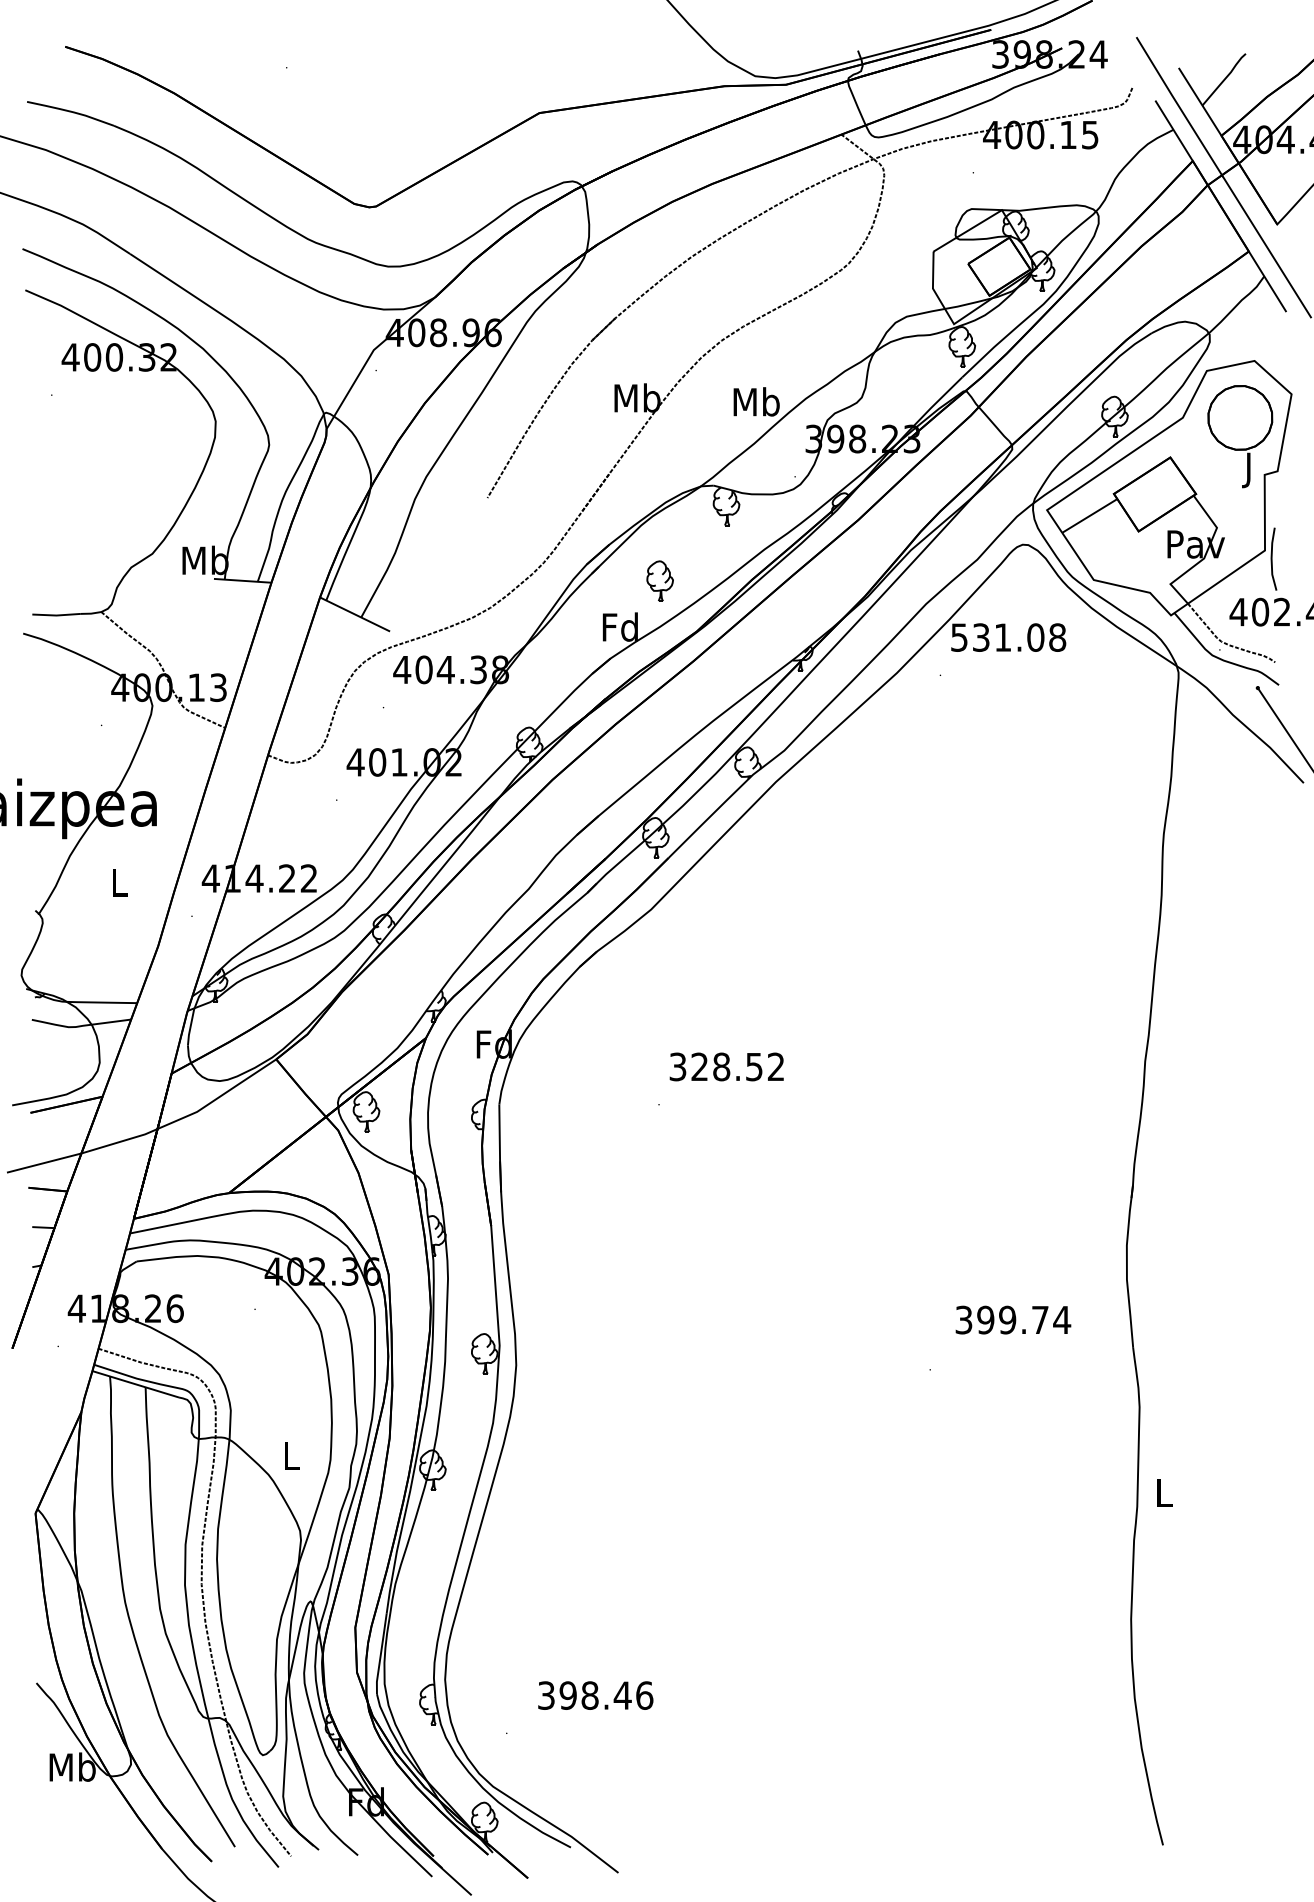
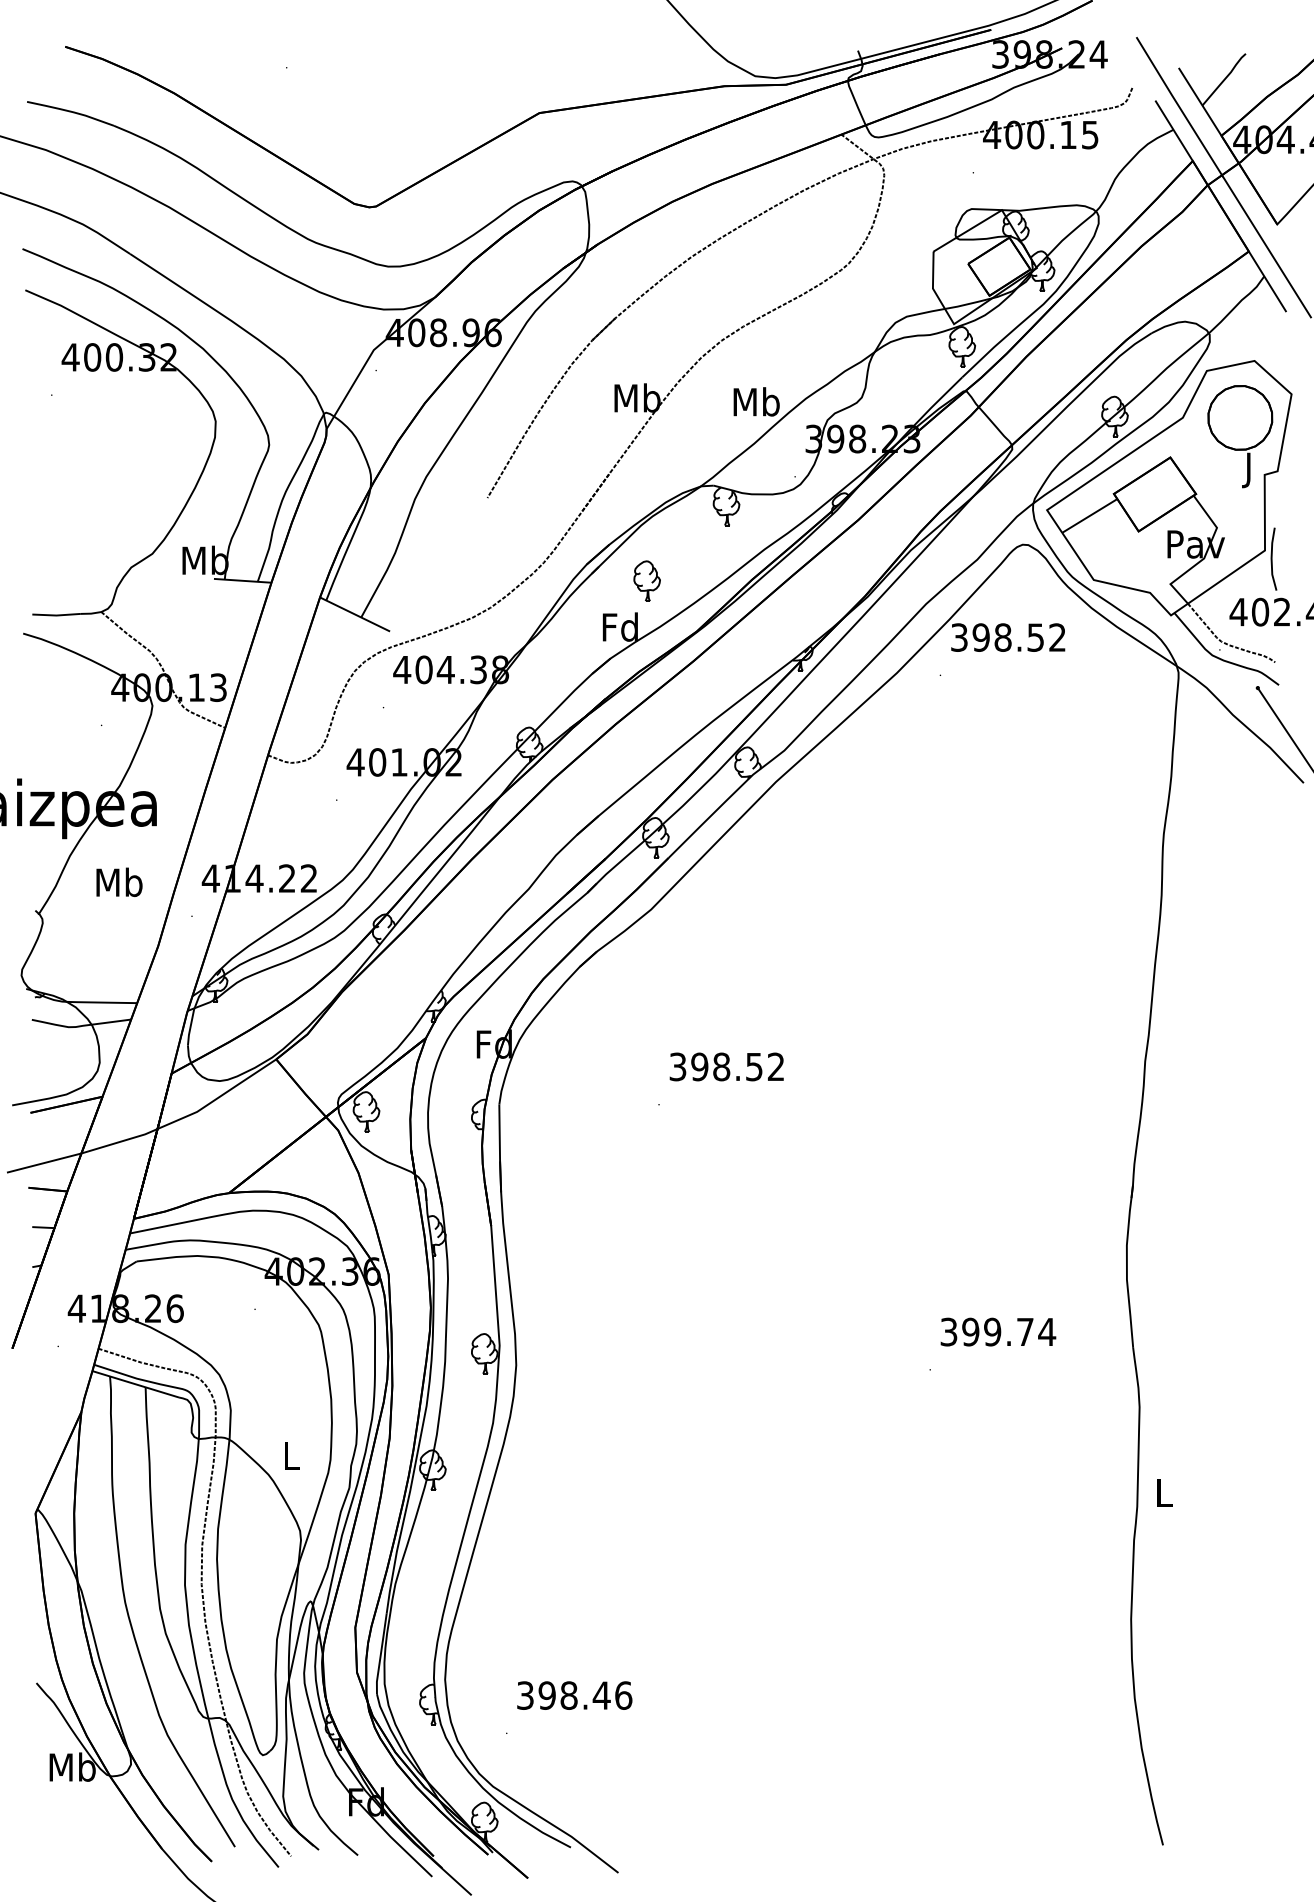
part at (659, 580) position: (659, 580) -> (646, 580)
text at (1009, 637): 531.08 -> 398.52
text at (119, 882): L -> Mb
text at (699, 1066): 328.52 -> 398.52
text at (1013, 1319) position: (1013, 1319) -> (998, 1331)
text at (595, 1695) position: (595, 1695) -> (574, 1695)
